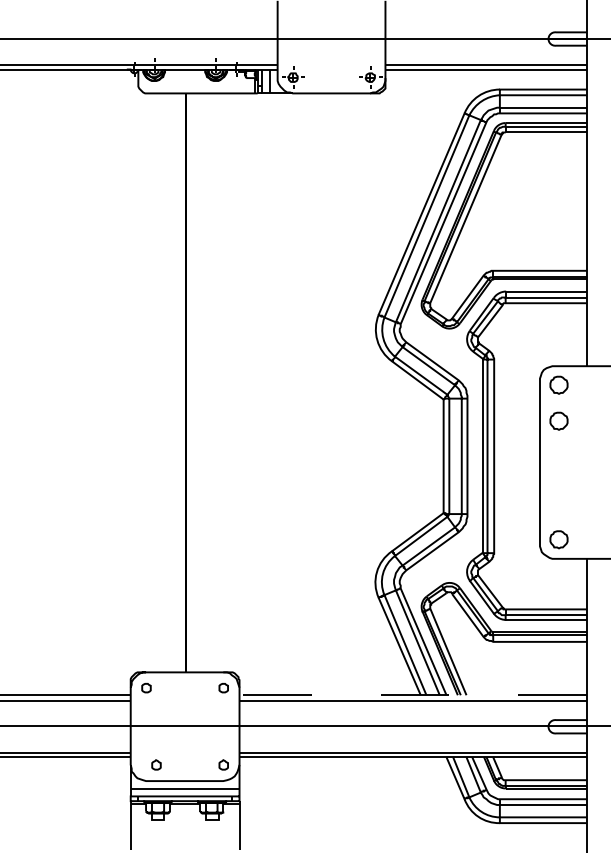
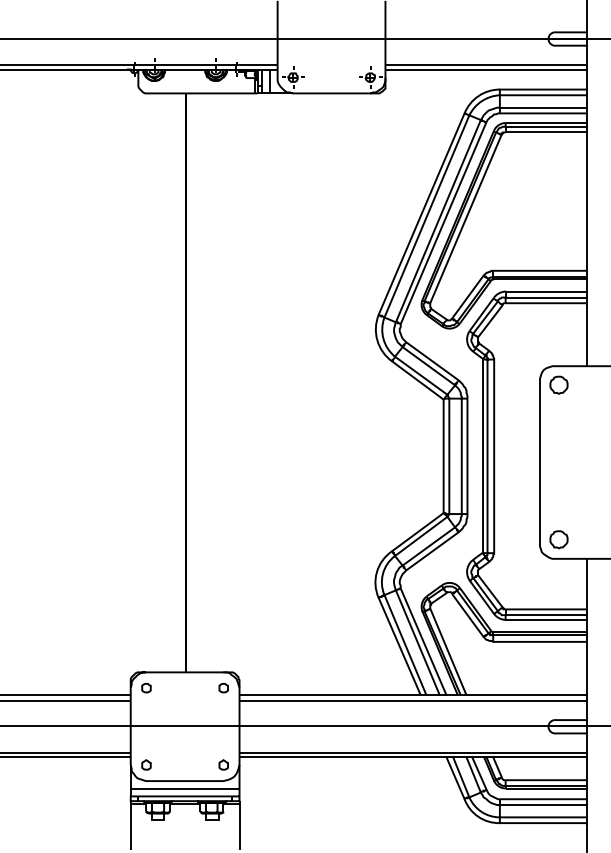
part at (558, 420): present -> none
line at (413, 695): dashed -> solid
part at (156, 764) position: (156, 764) -> (146, 764)
